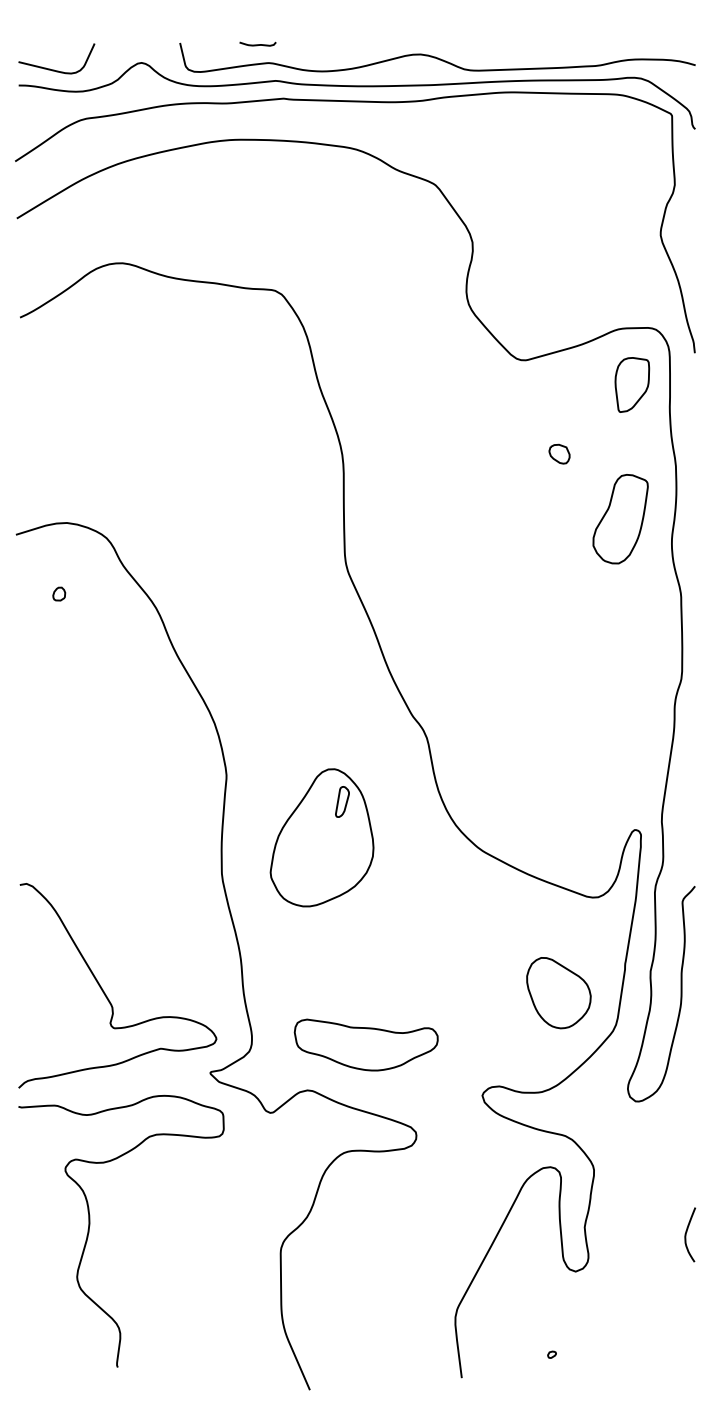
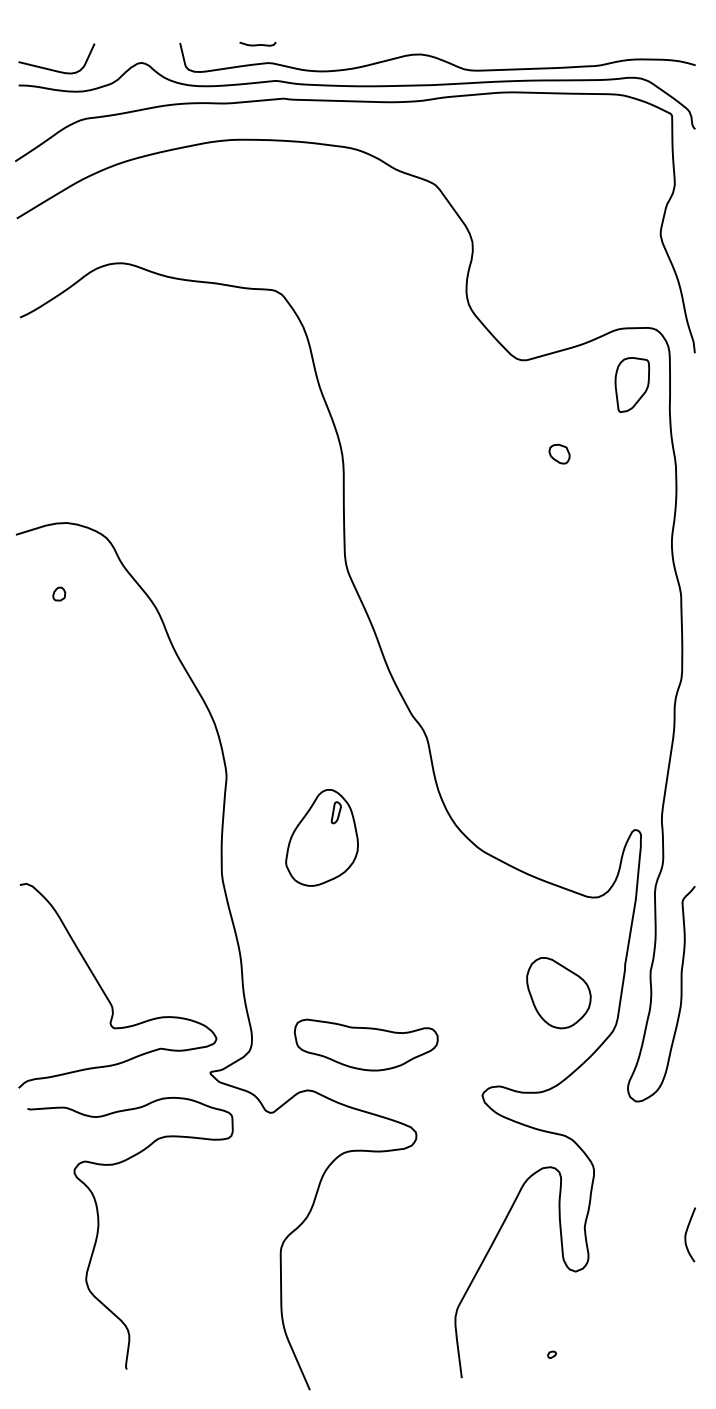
part at (620, 519): present -> none
part at (321, 837) size: 106x140 px -> 74x98 px
curve at (90, 1225) position: (90, 1225) -> (99, 1227)
